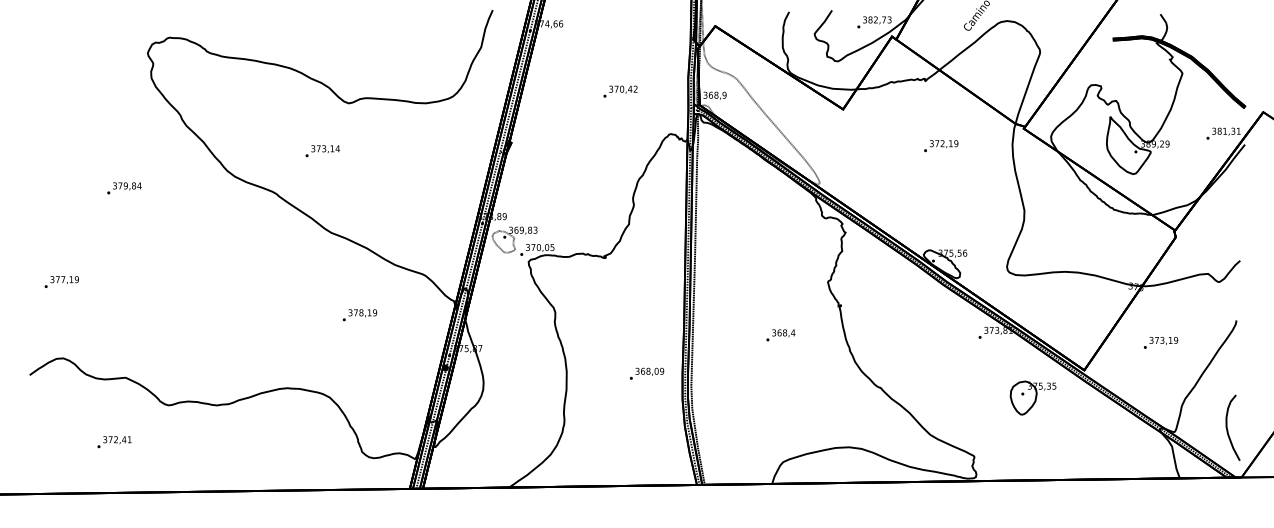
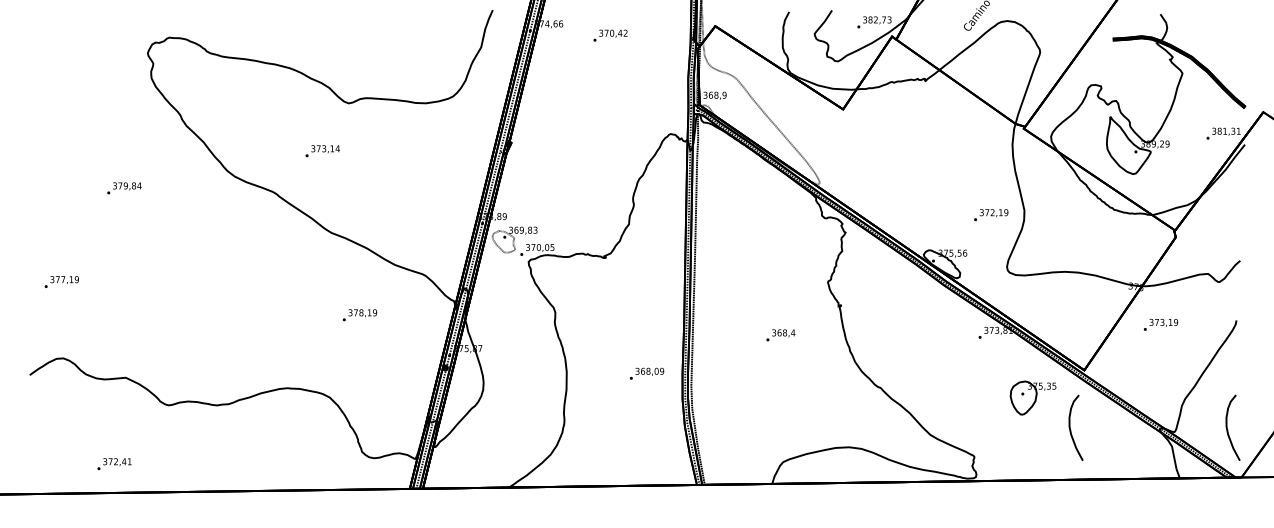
text at (620, 91) position: (620, 91) -> (610, 35)
text at (941, 146) position: (941, 146) -> (991, 215)
text at (1160, 342) position: (1160, 342) -> (1160, 324)
curve at (1070, 427): none -> present
text at (114, 442) position: (114, 442) -> (114, 464)
